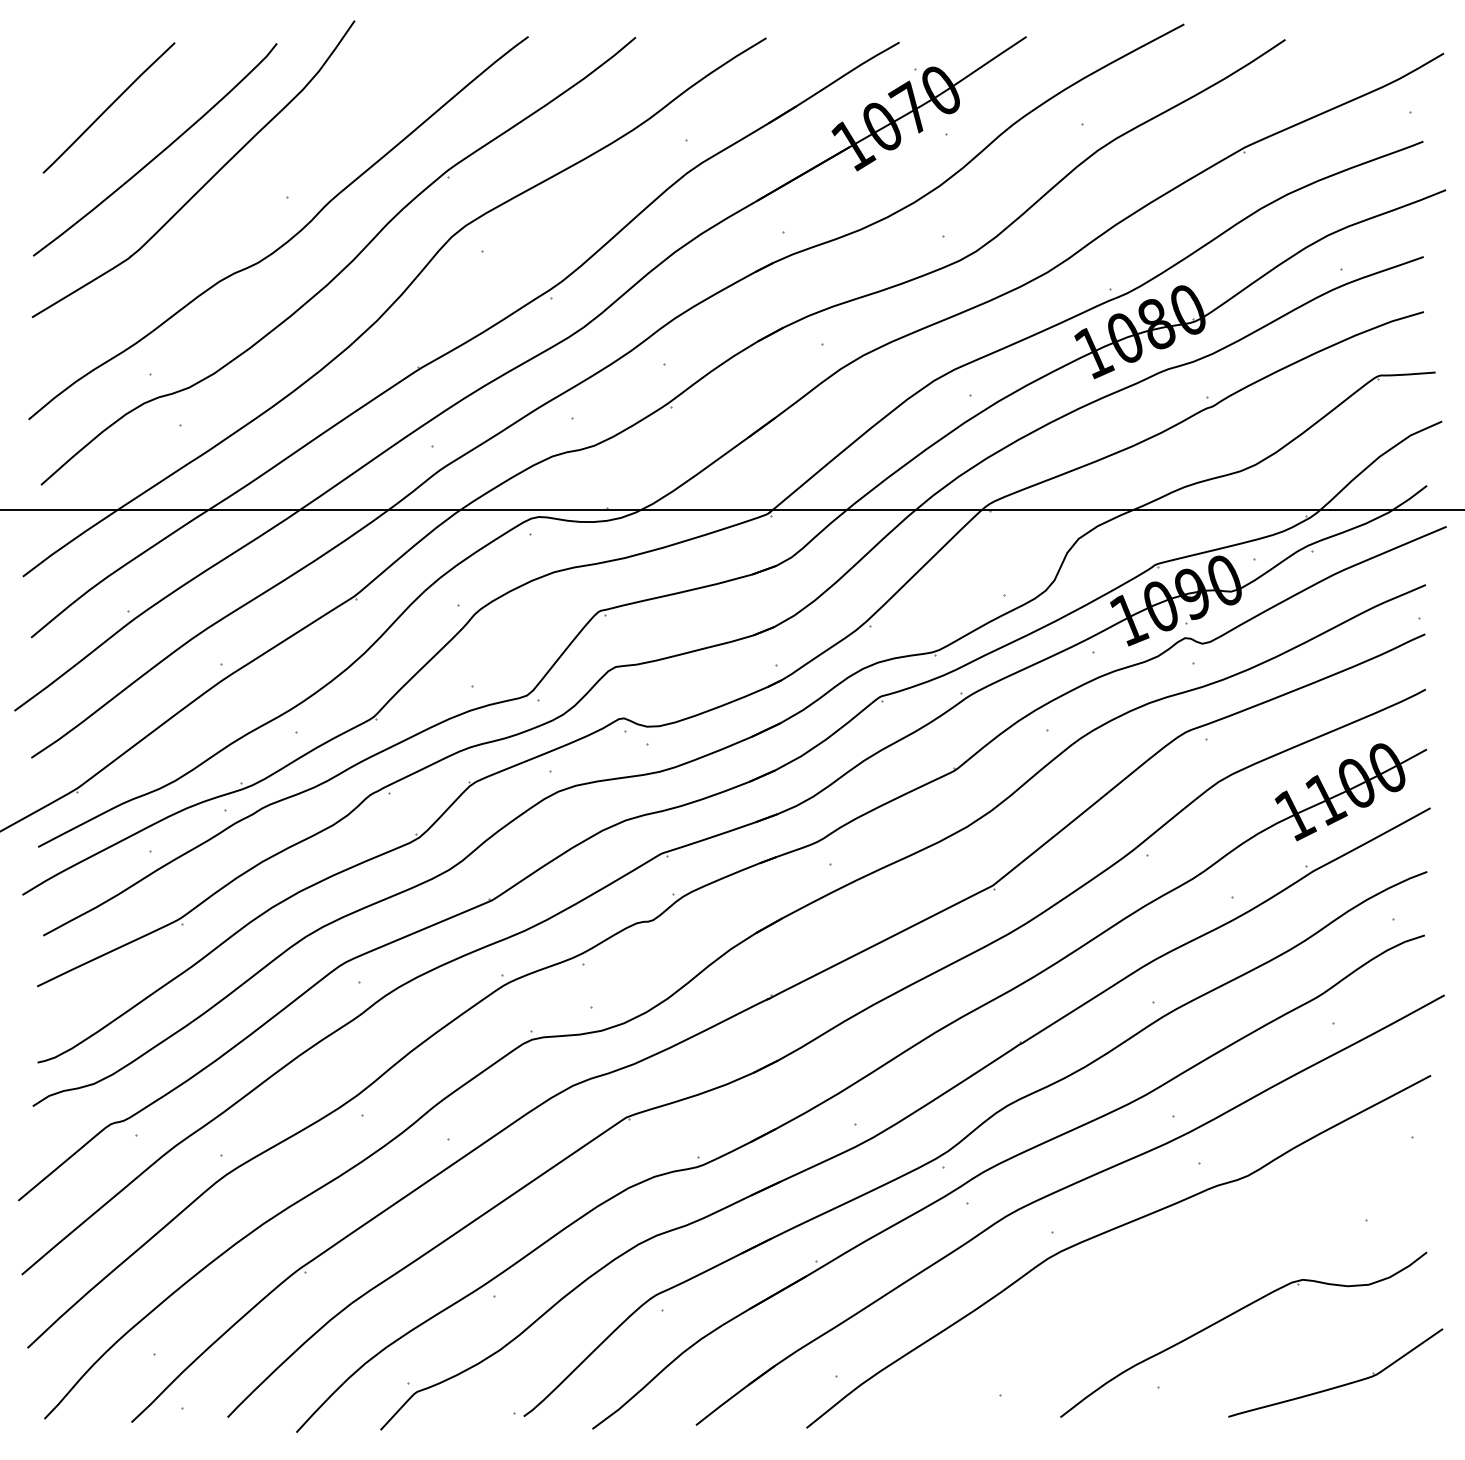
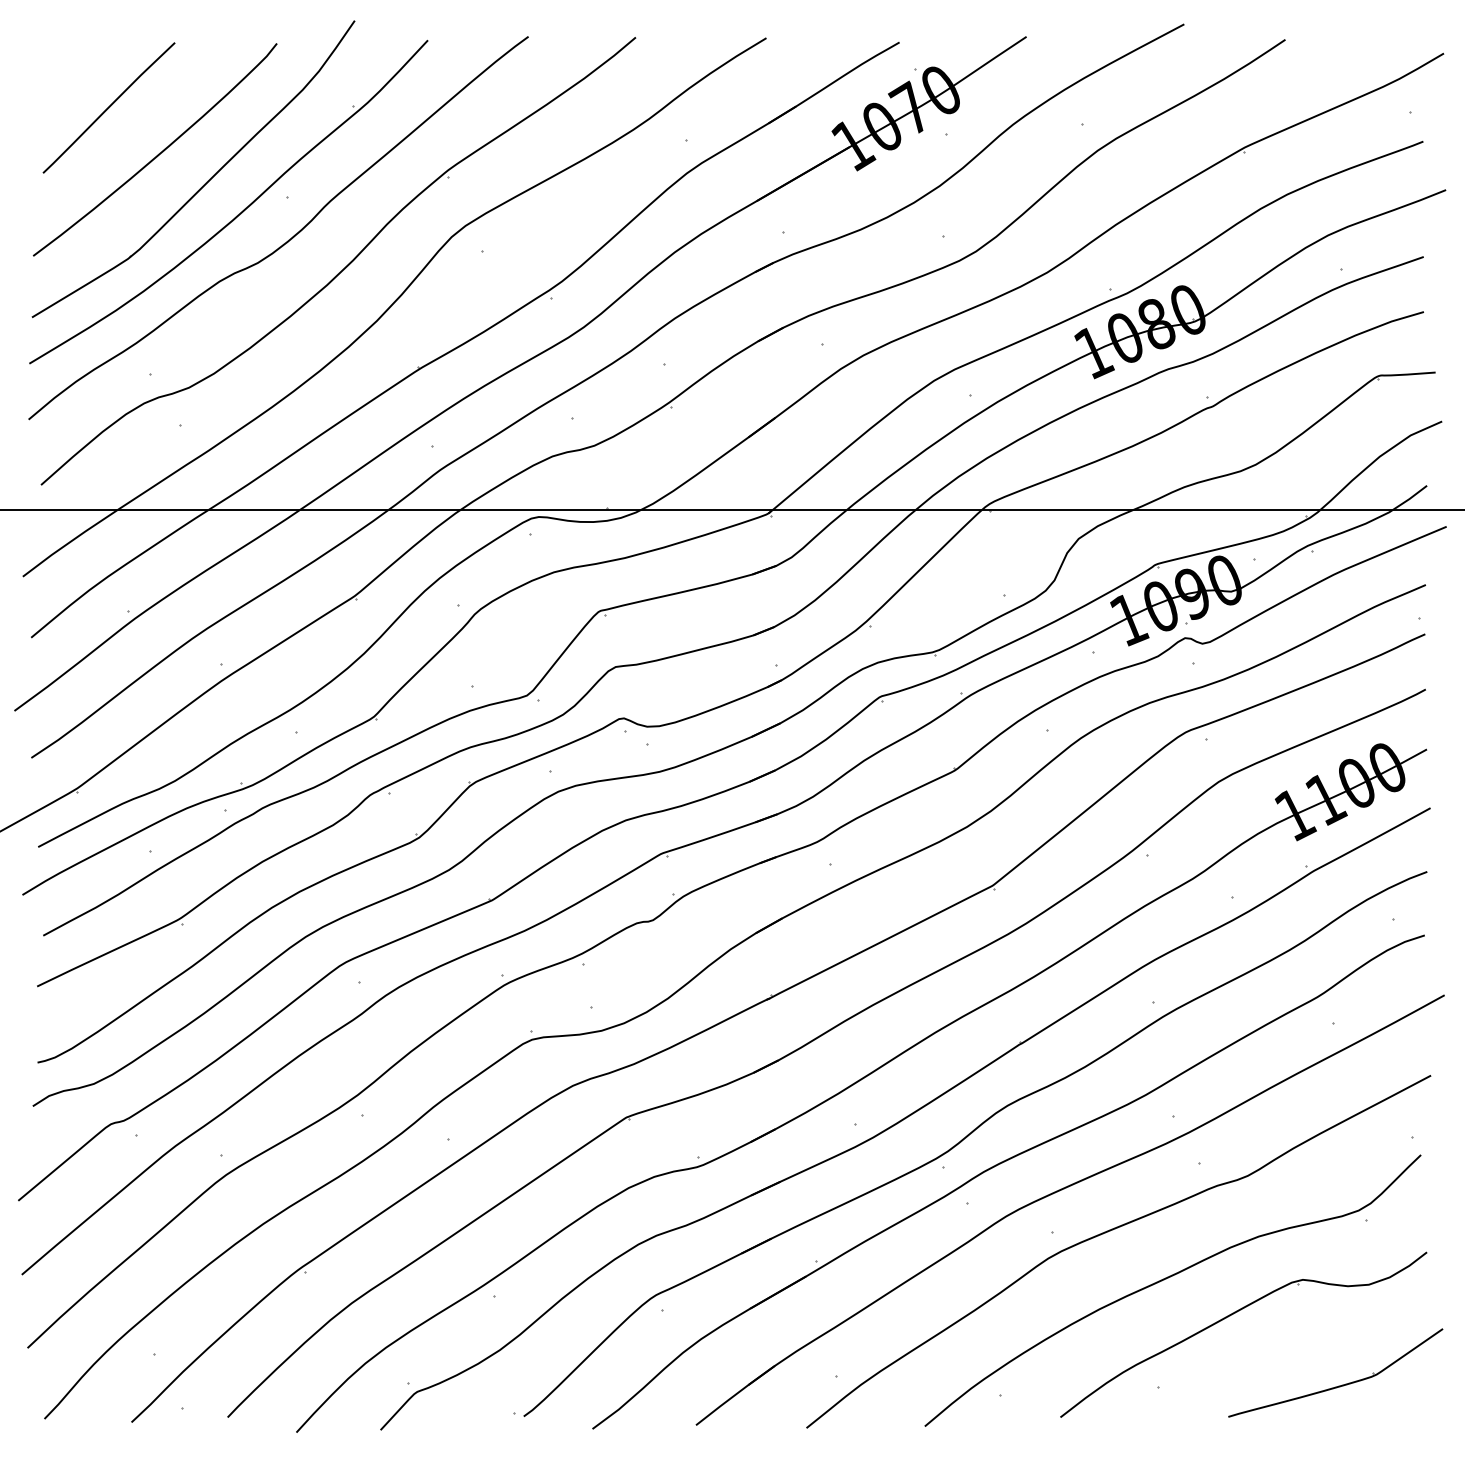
part at (236, 215): none -> present
curve at (1166, 1279): none -> present
